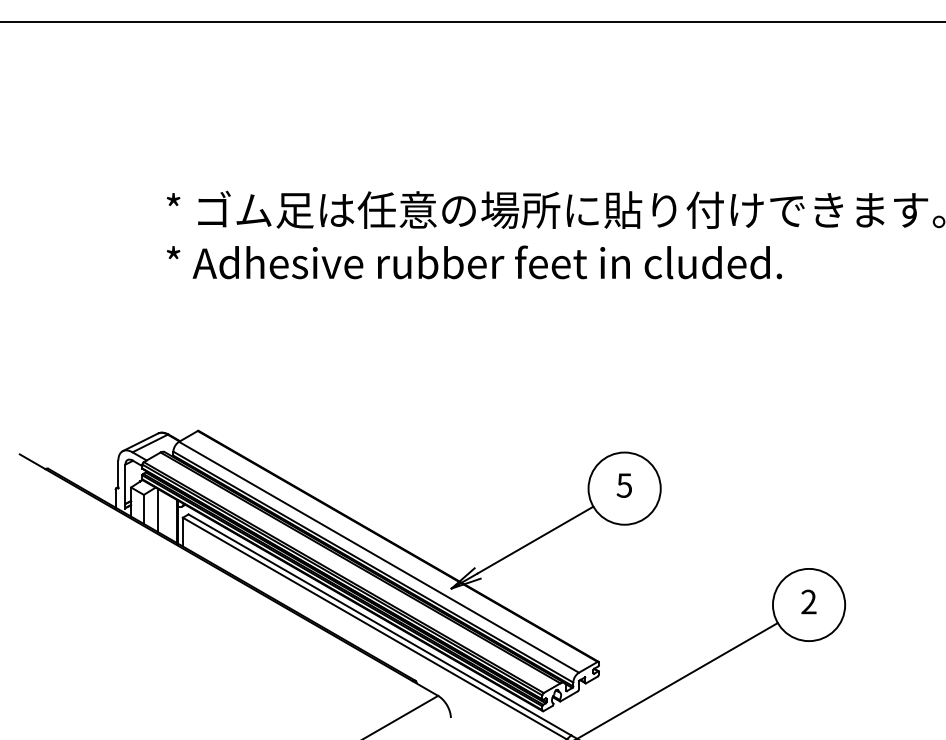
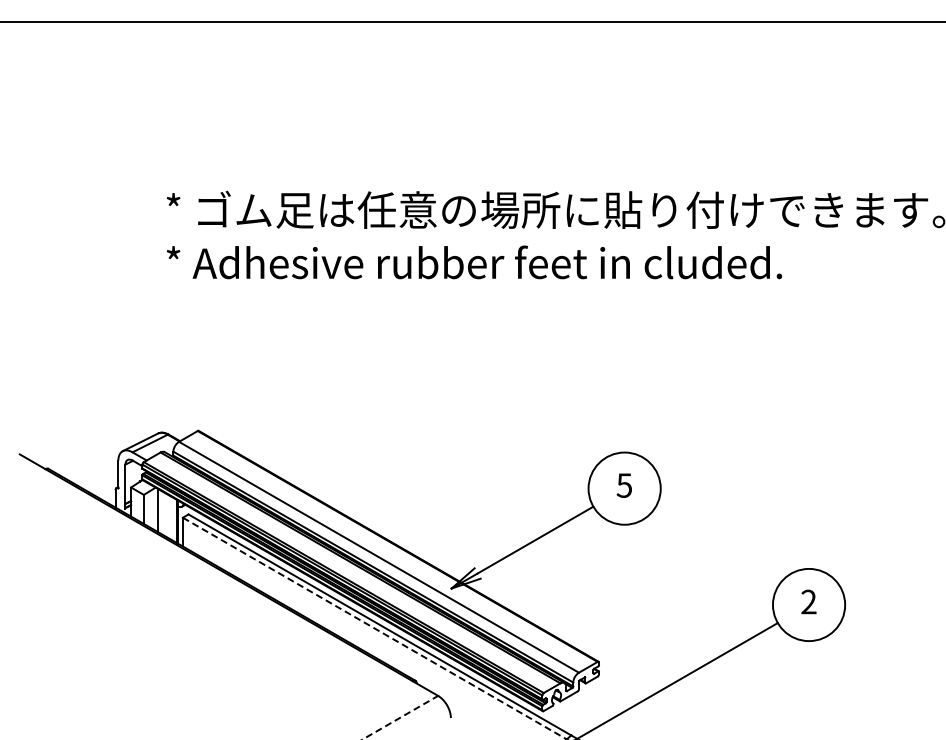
line at (374, 628): solid -> dashed
line at (400, 717): solid -> dashed
